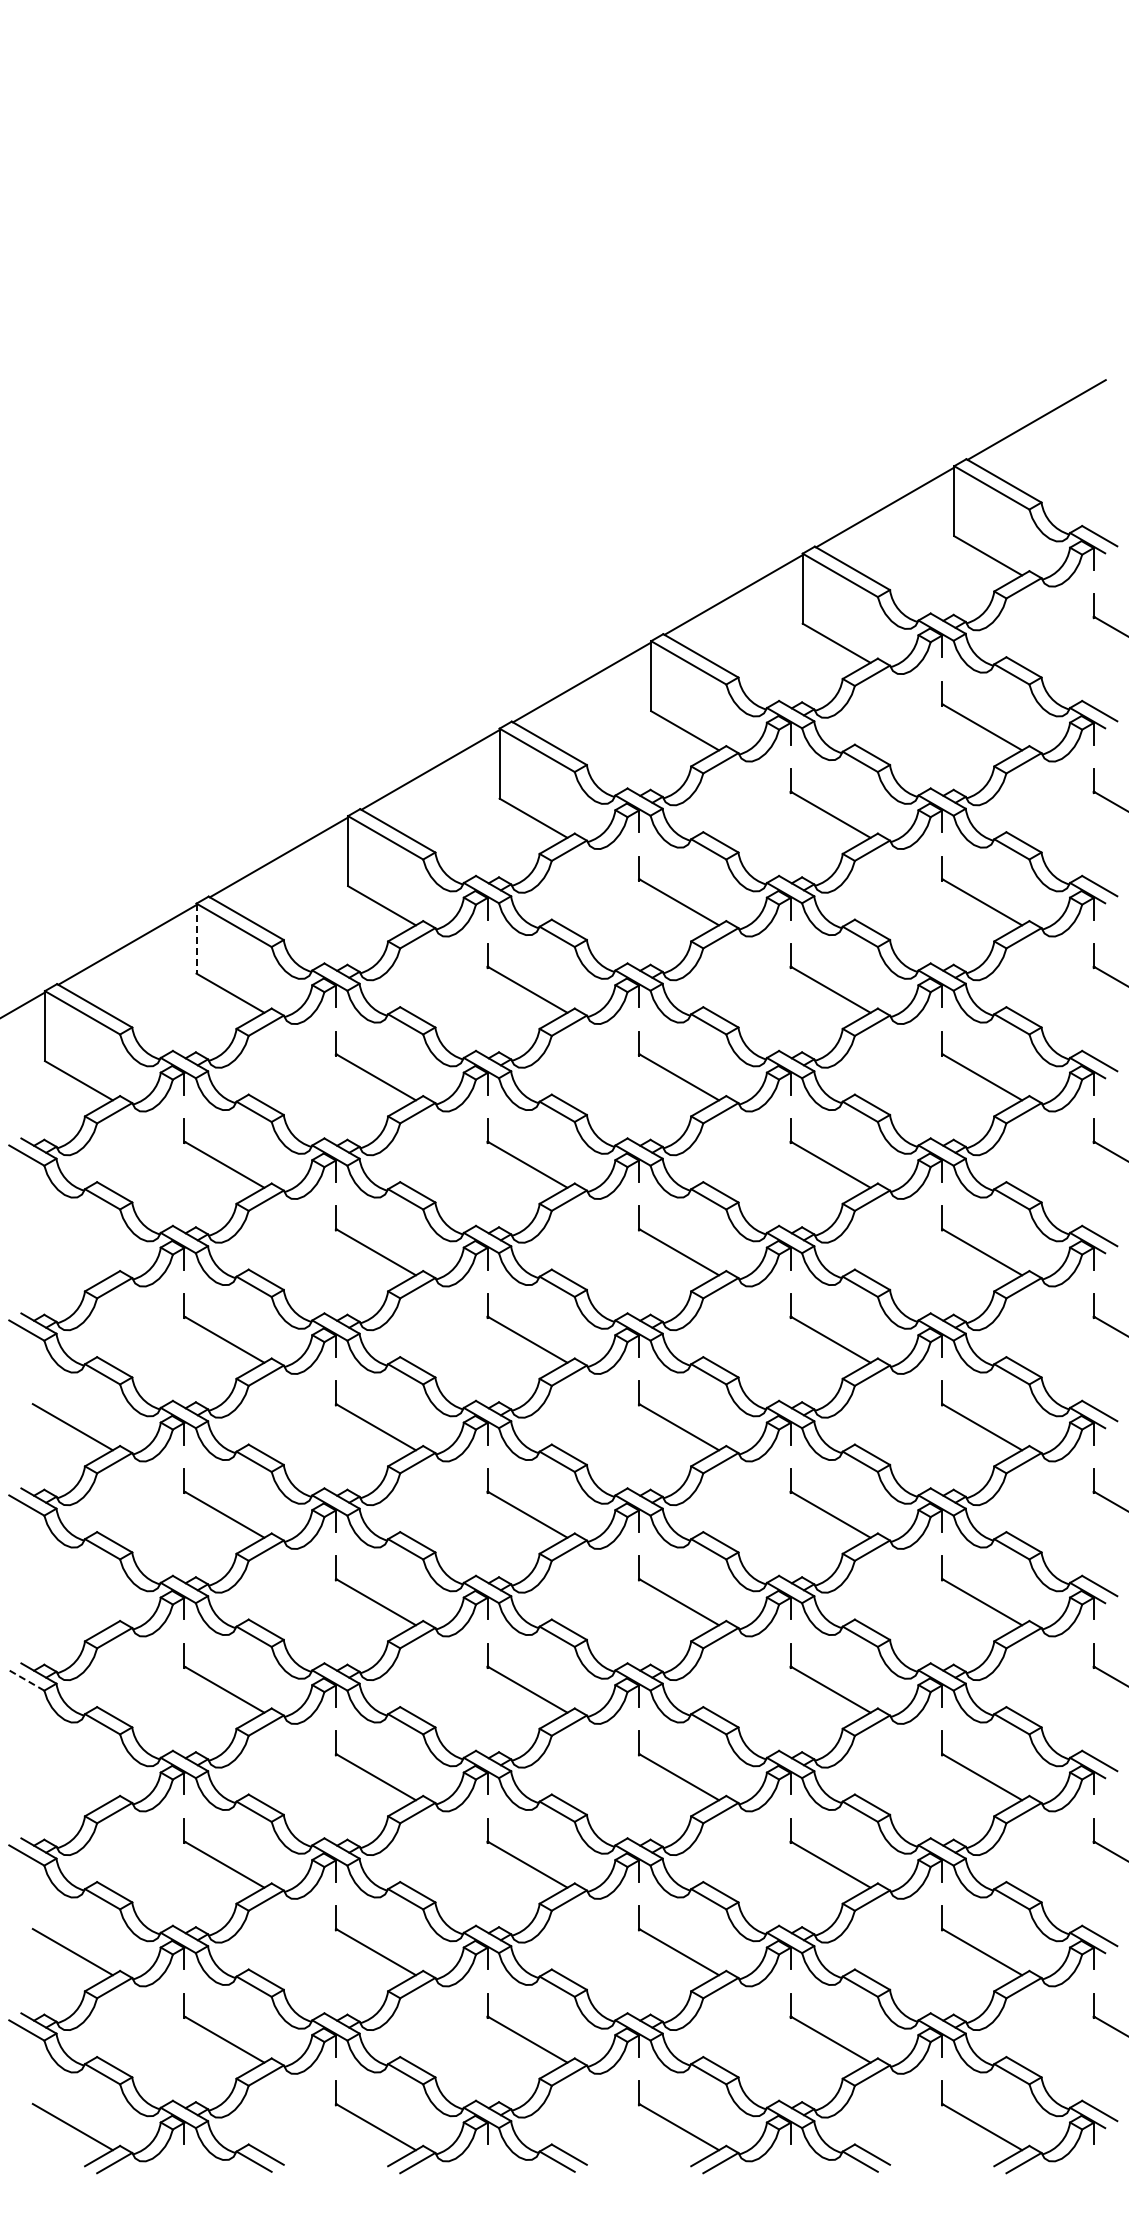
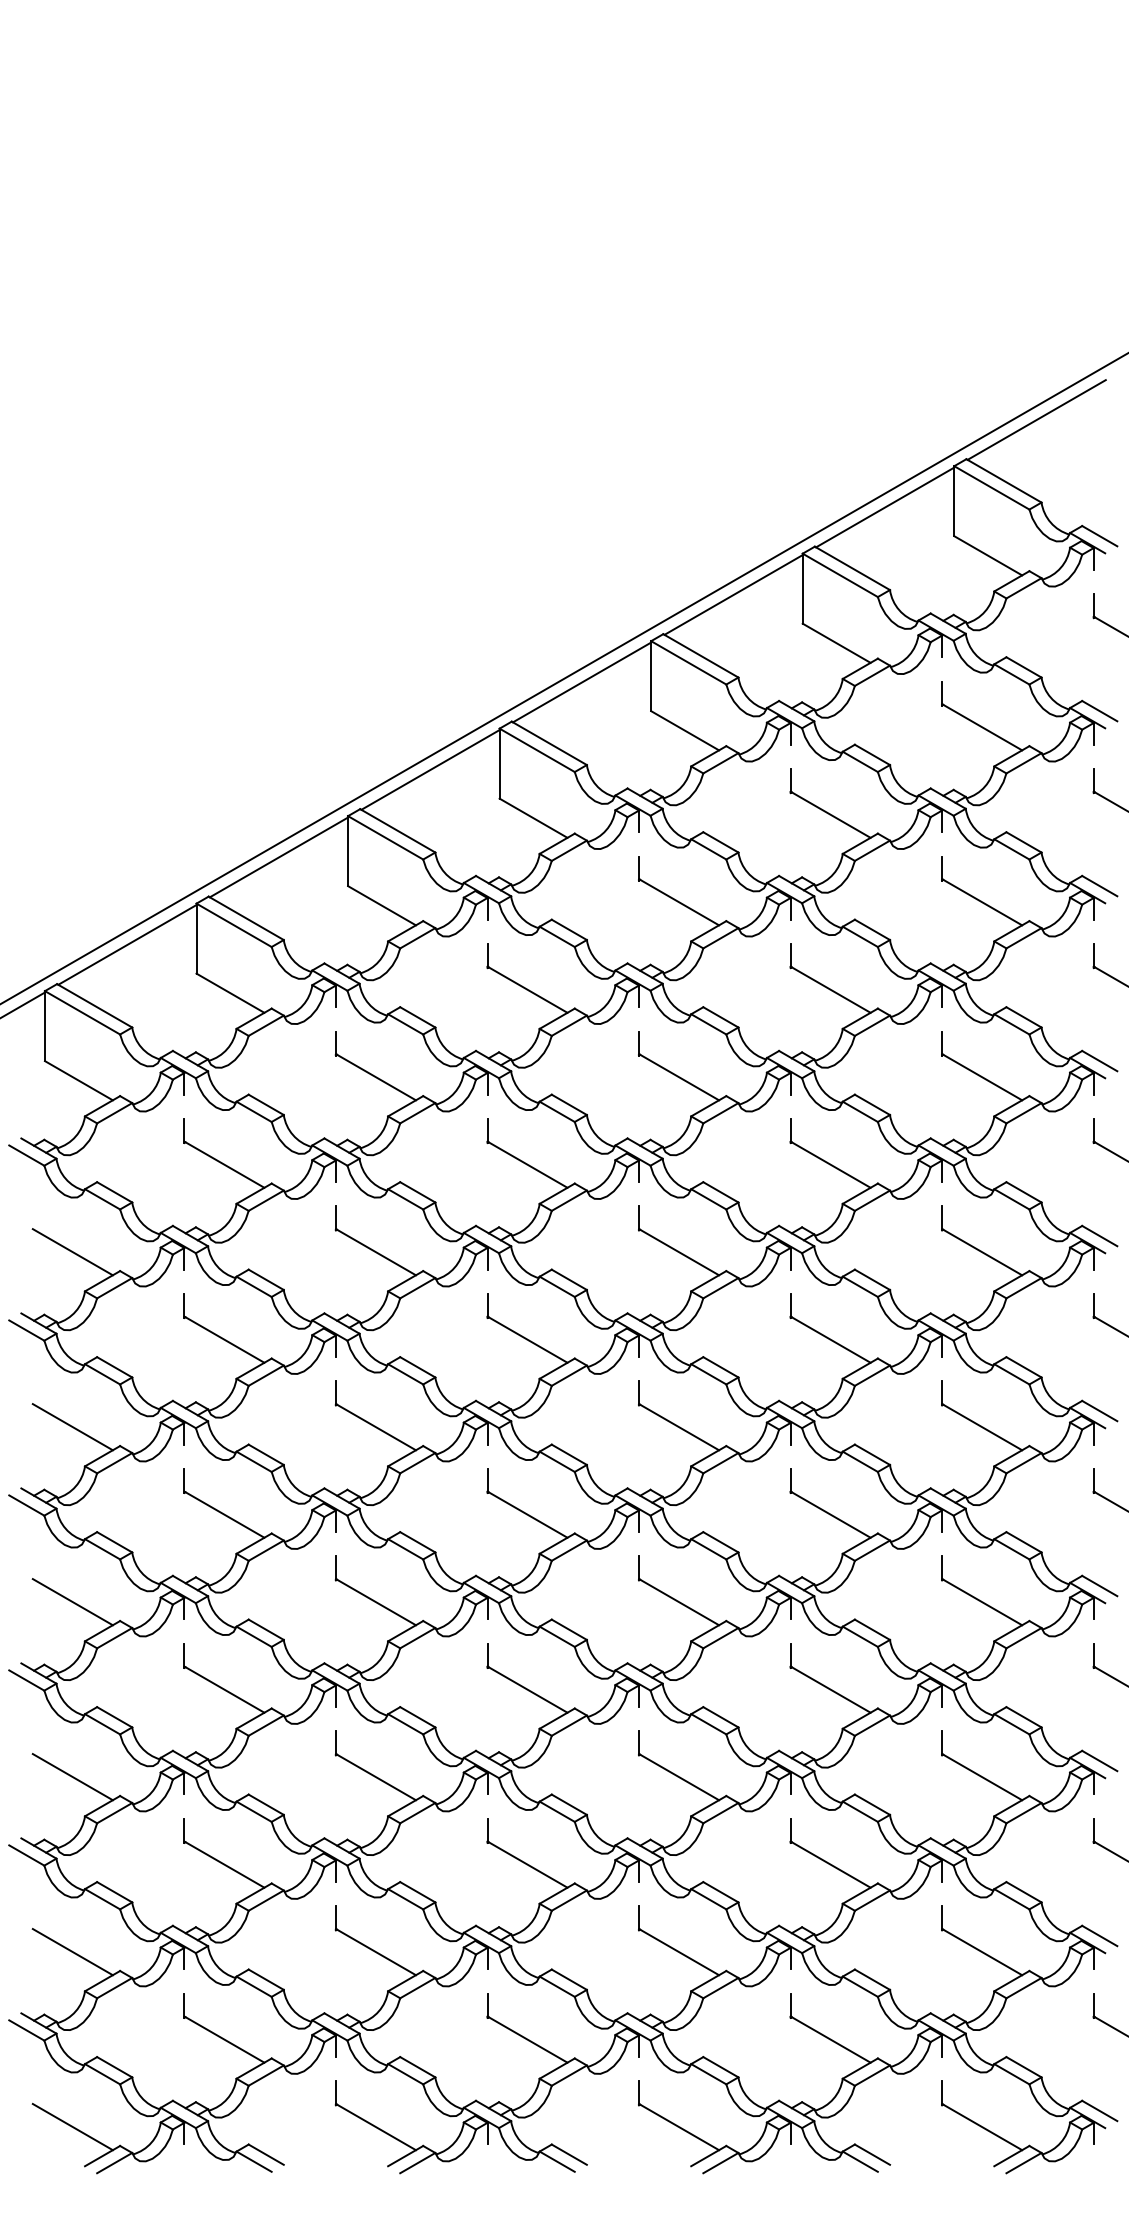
line at (563, 678): none -> present
line at (196, 939): dashed -> solid
line at (72, 1252): none -> present
line at (72, 1602): none -> present
line at (26, 1680): dashed -> solid
line at (72, 1777): none -> present
